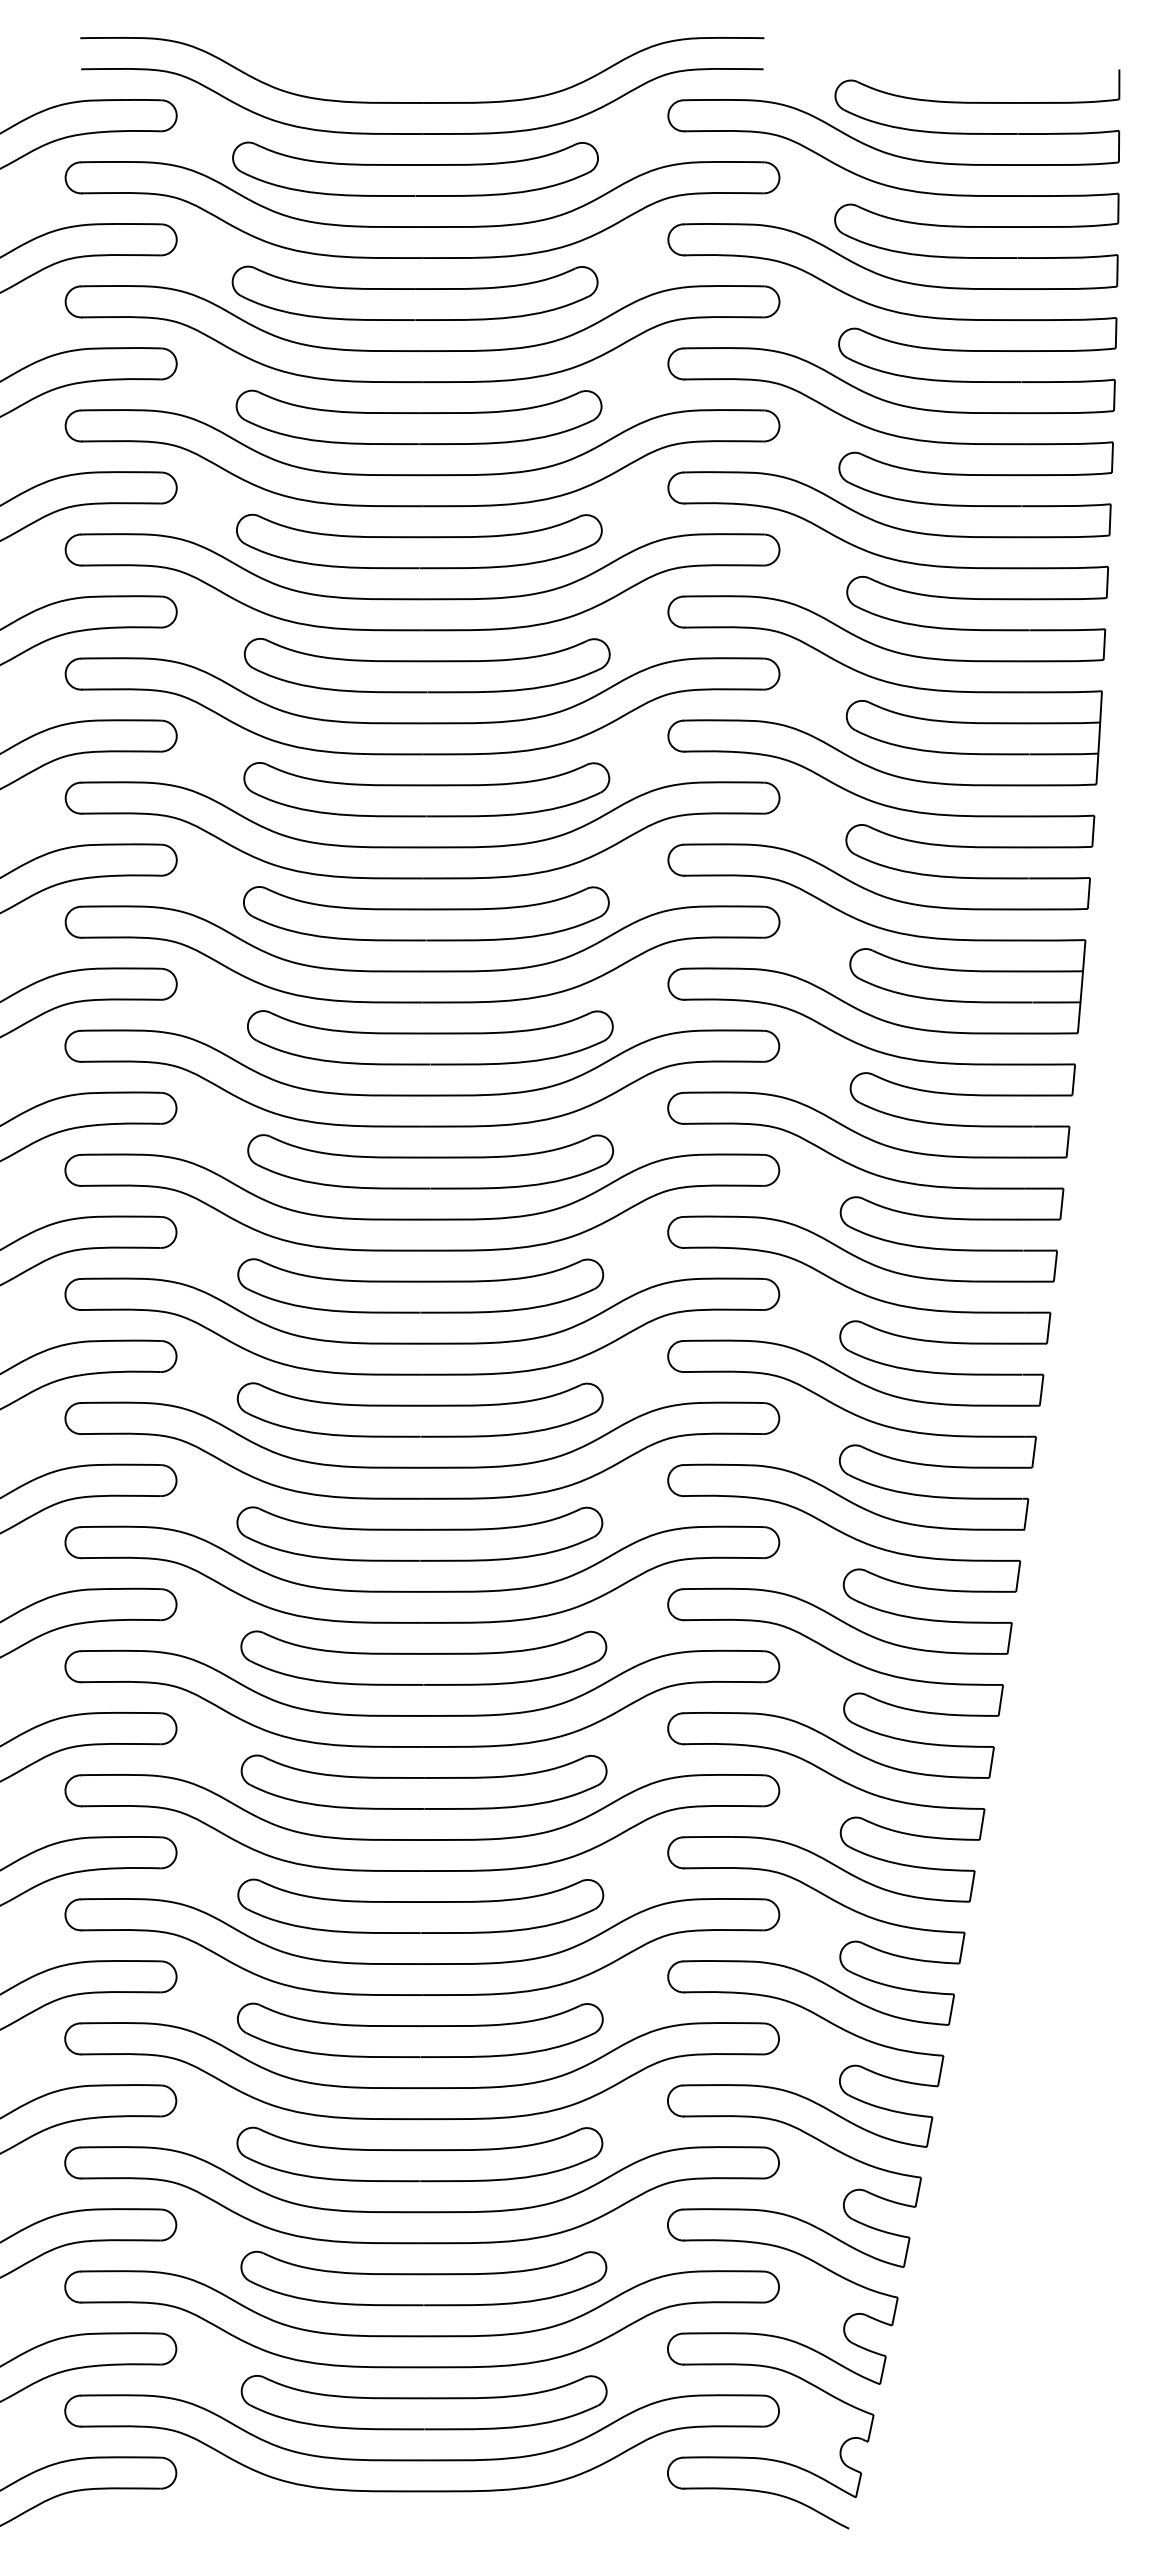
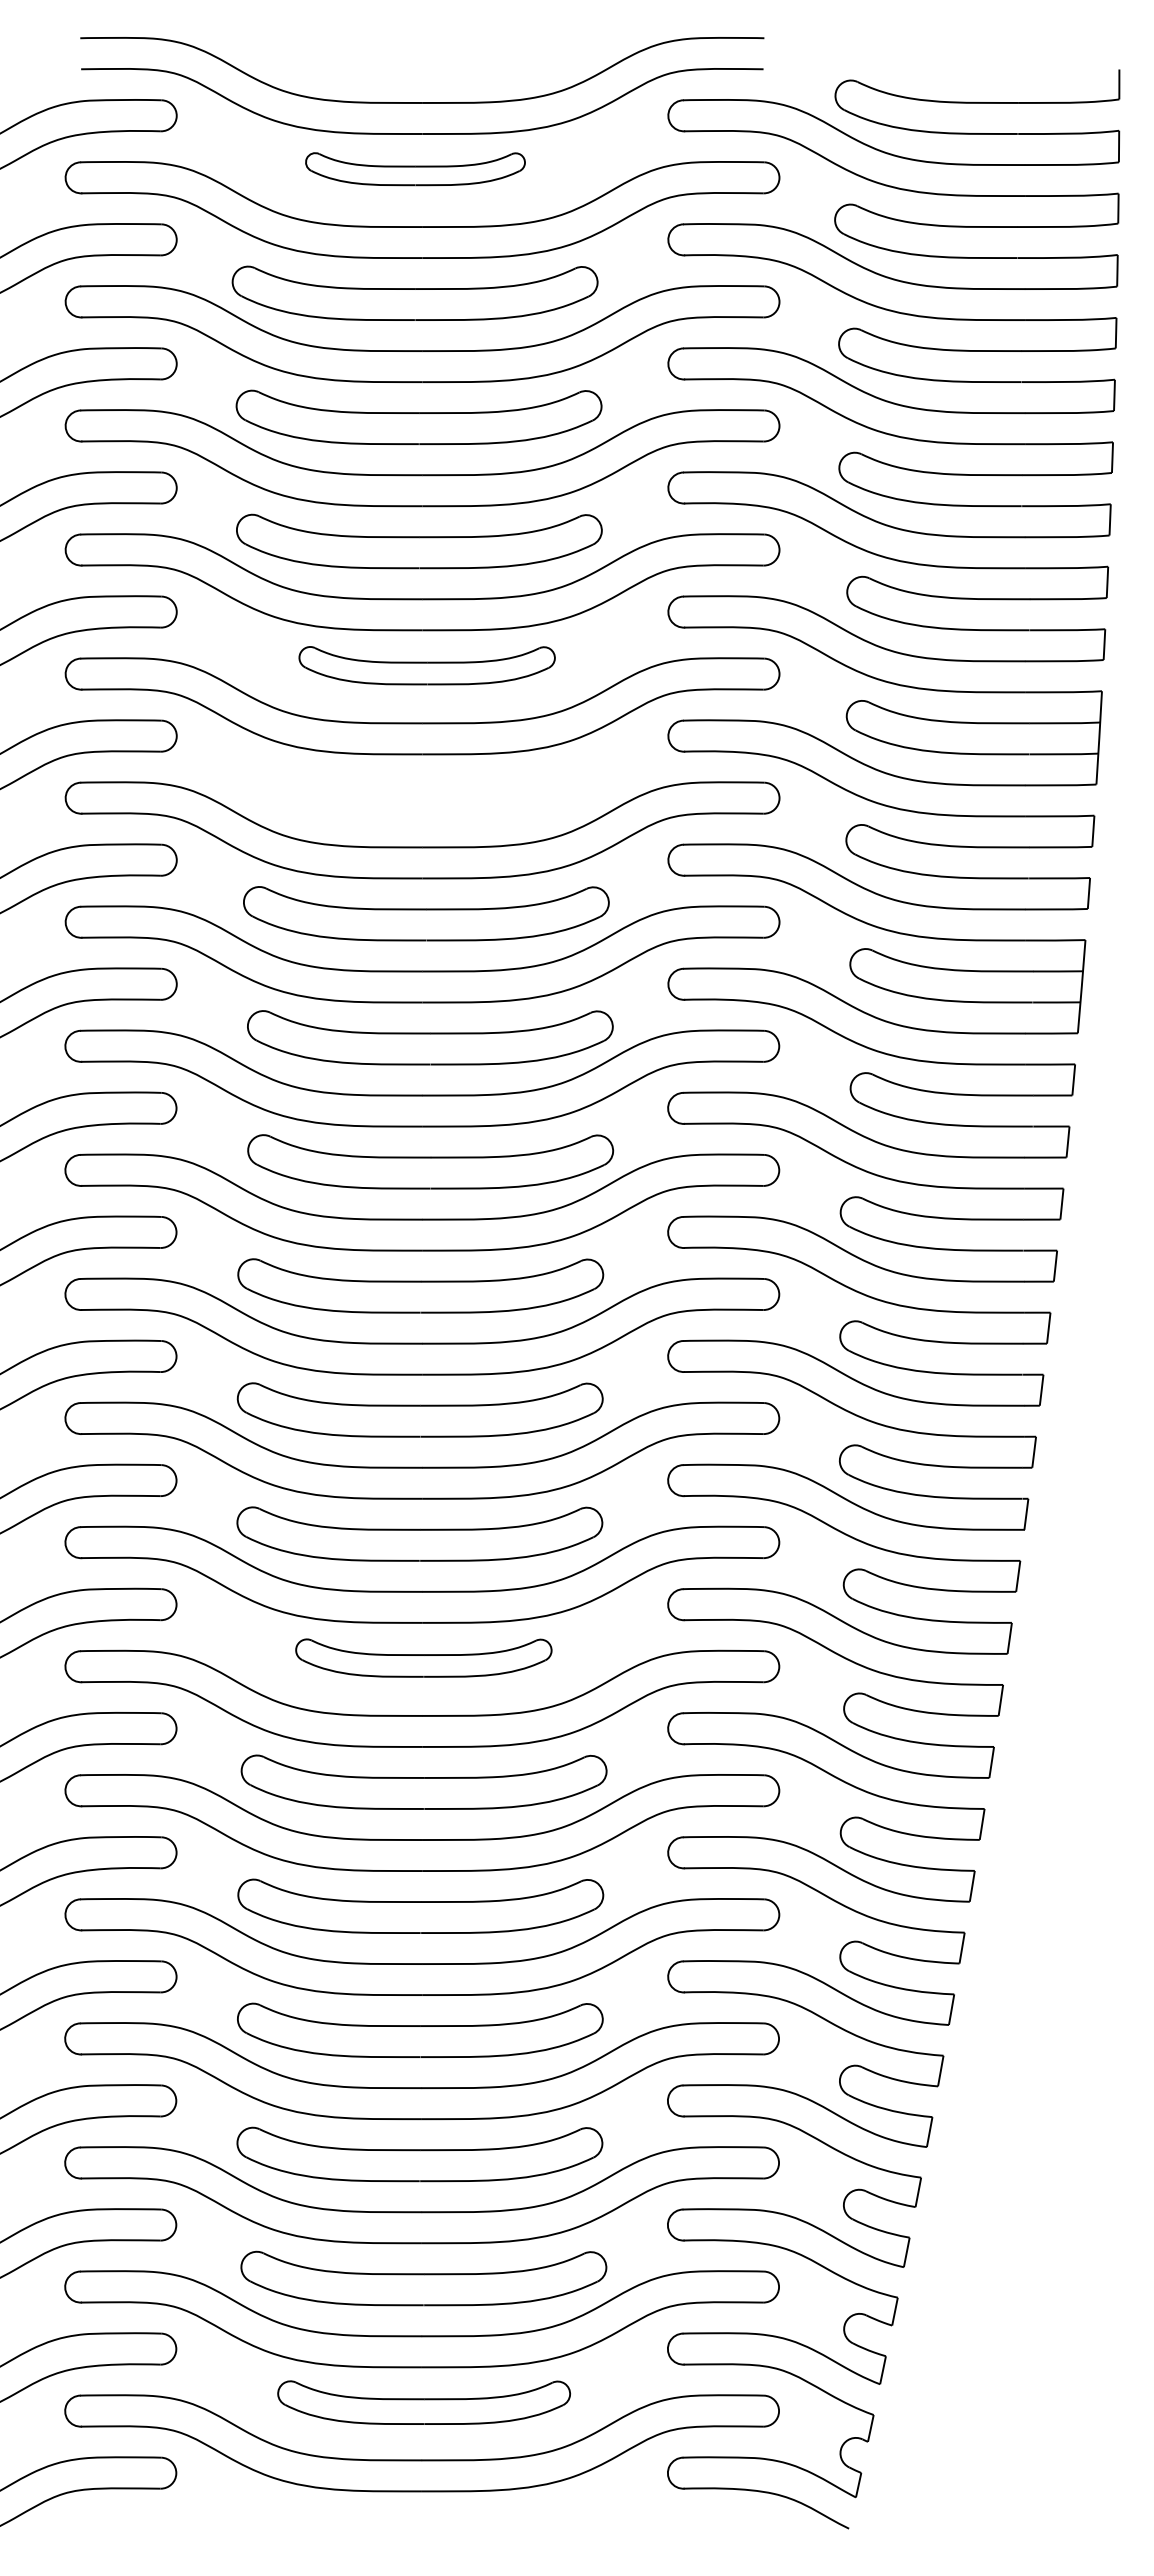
part at (415, 168) size: 367x56 px -> 221x35 px
part at (426, 665) size: 368x56 px -> 258x40 px
part at (426, 789): present -> none
part at (423, 1657) size: 368x56 px -> 258x40 px
part at (423, 2402) size: 368x56 px -> 294x45 px
